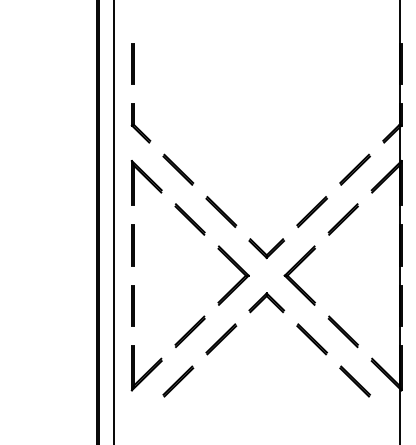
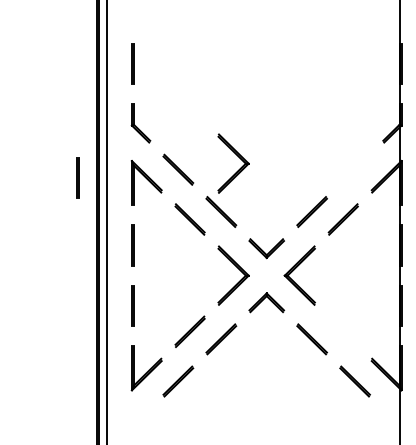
part at (238, 157): none -> present
line at (354, 169): present -> none
line at (77, 177): none -> present
line at (114, 221) position: (114, 221) -> (107, 221)
line at (342, 331): present -> none
